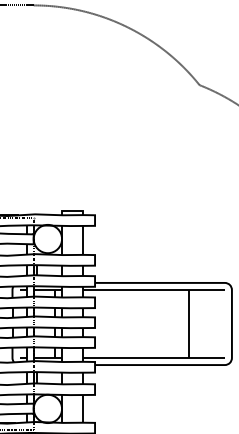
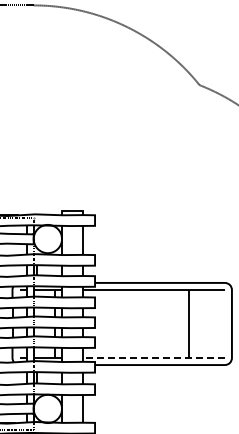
line at (154, 357): solid -> dashed
